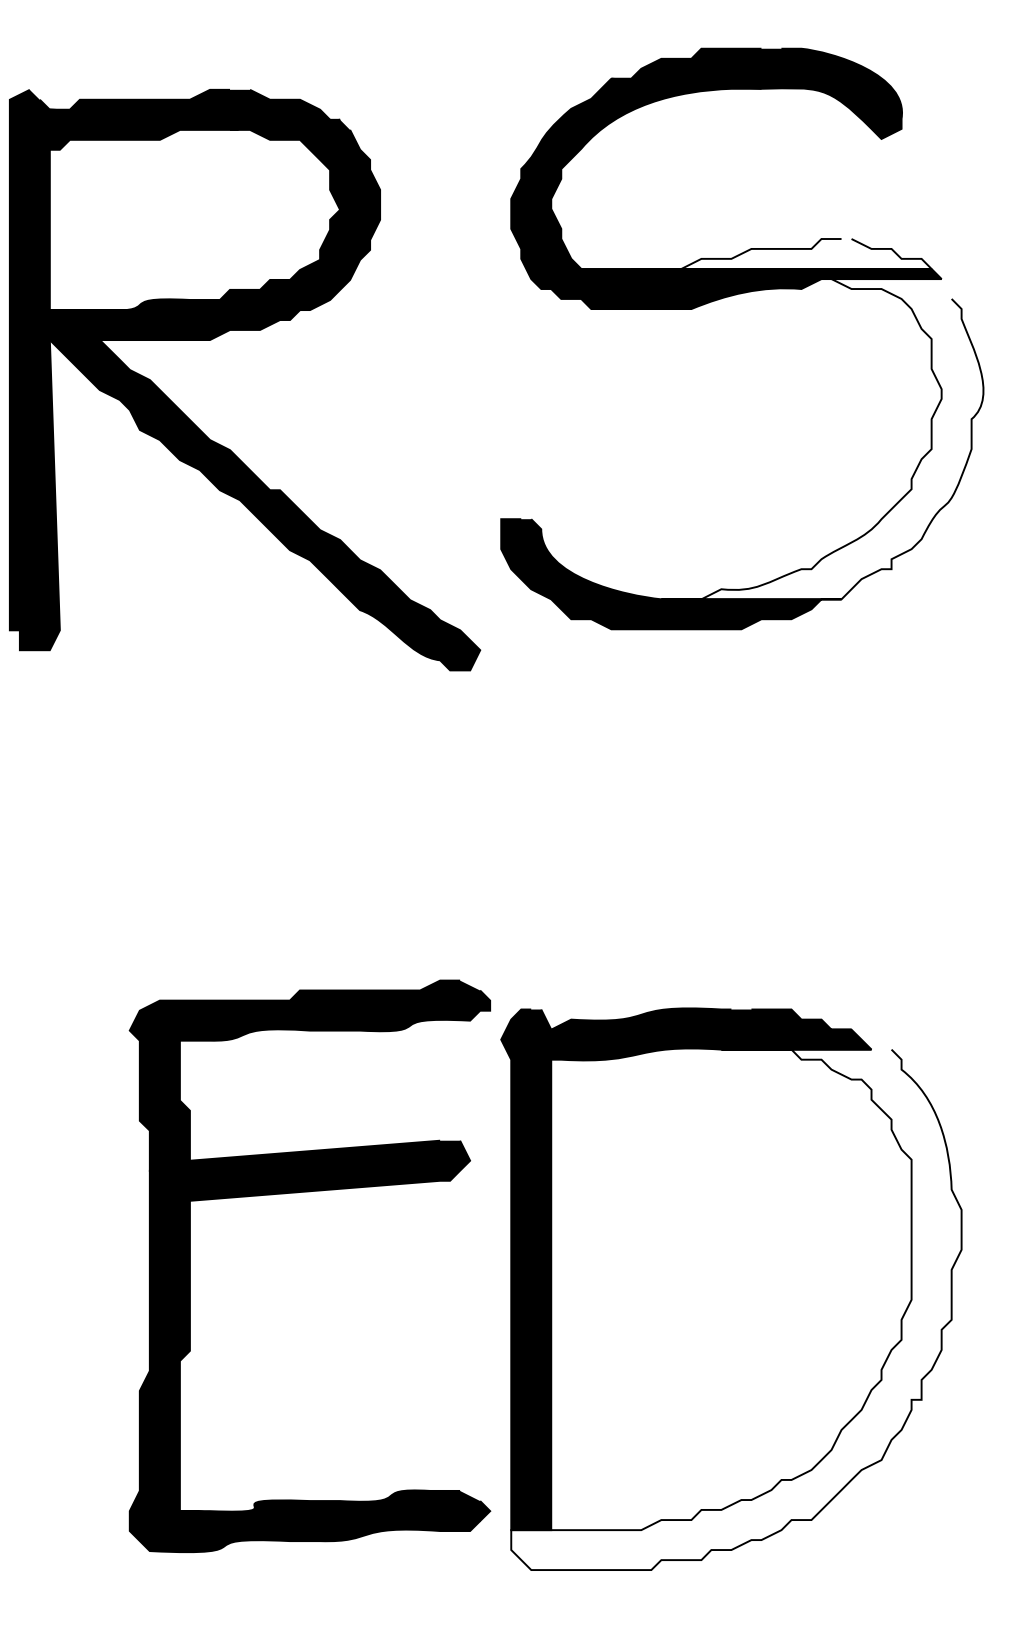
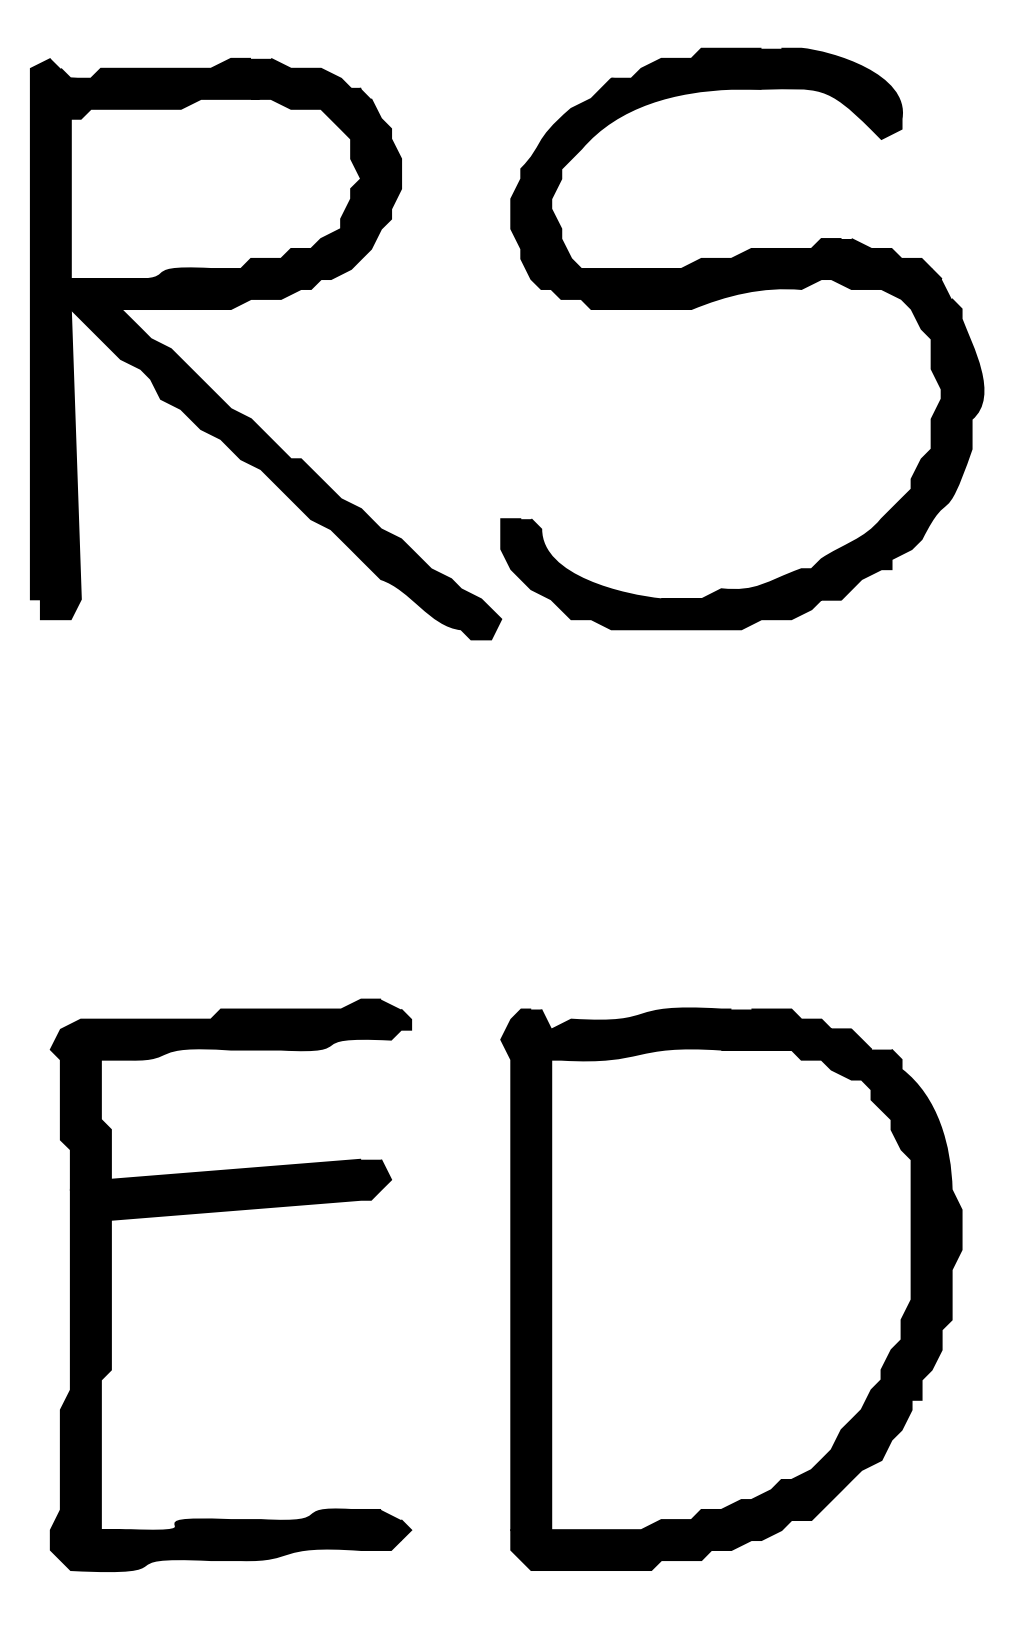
fill at (781, 253): none -> present
part at (245, 330) position: (245, 330) -> (266, 299)
fill at (822, 439): none -> present
part at (297, 1193) position: (297, 1193) -> (218, 1212)
fill at (736, 1309): none -> present
